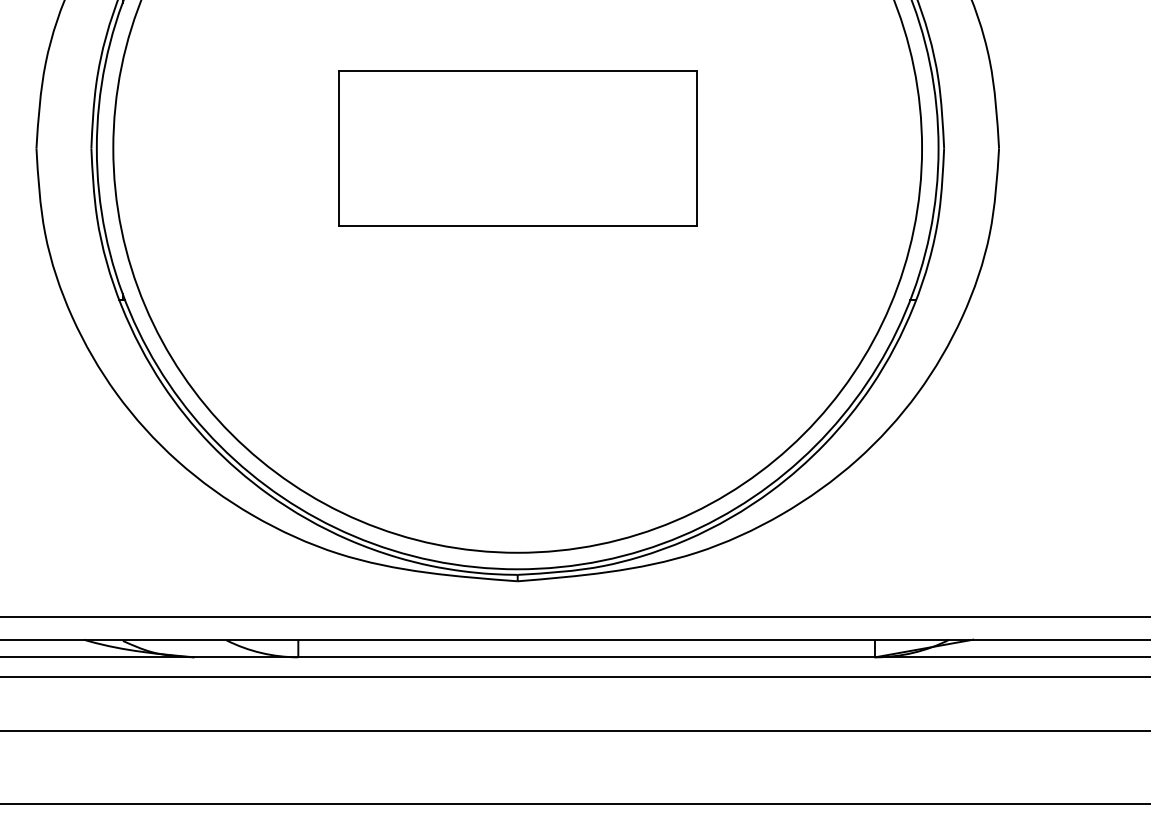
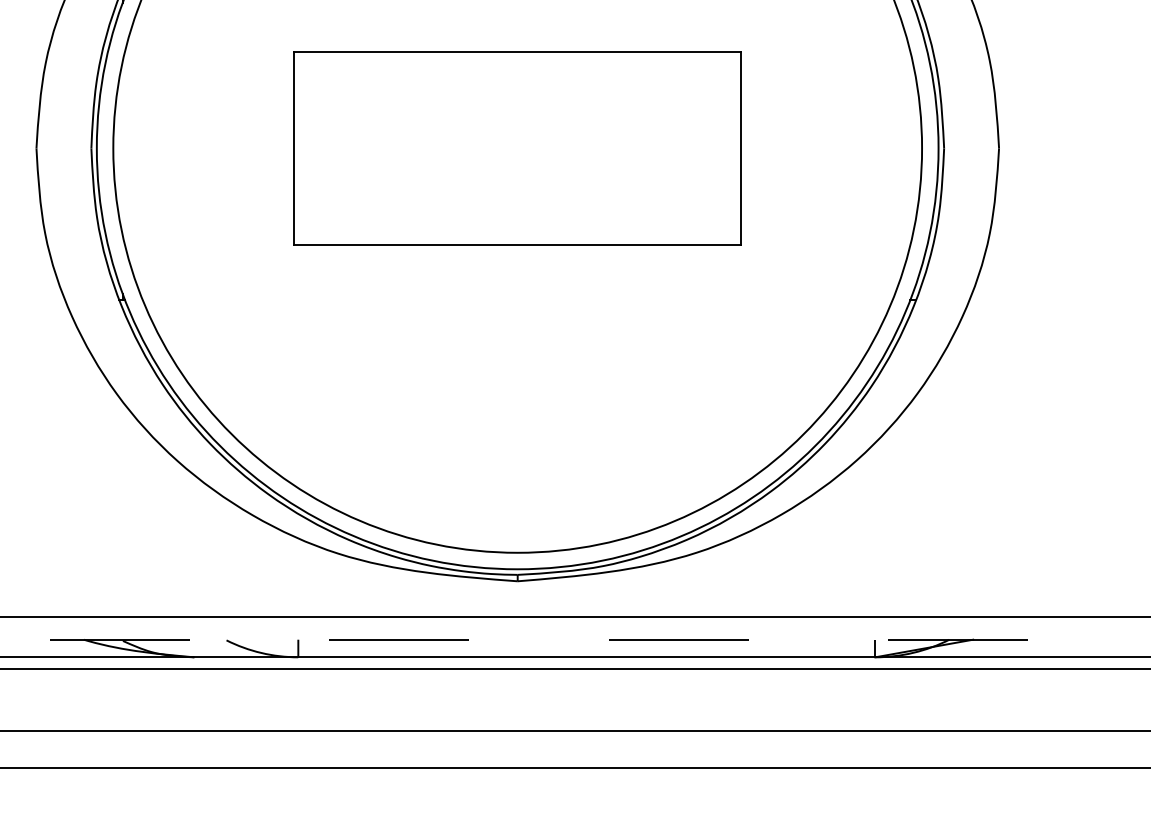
part at (517, 148) size: 360x157 px -> 449x195 px
line at (575, 639): solid -> dashed
line at (574, 677) position: (574, 677) -> (574, 669)
line at (574, 803) position: (574, 803) -> (574, 767)
